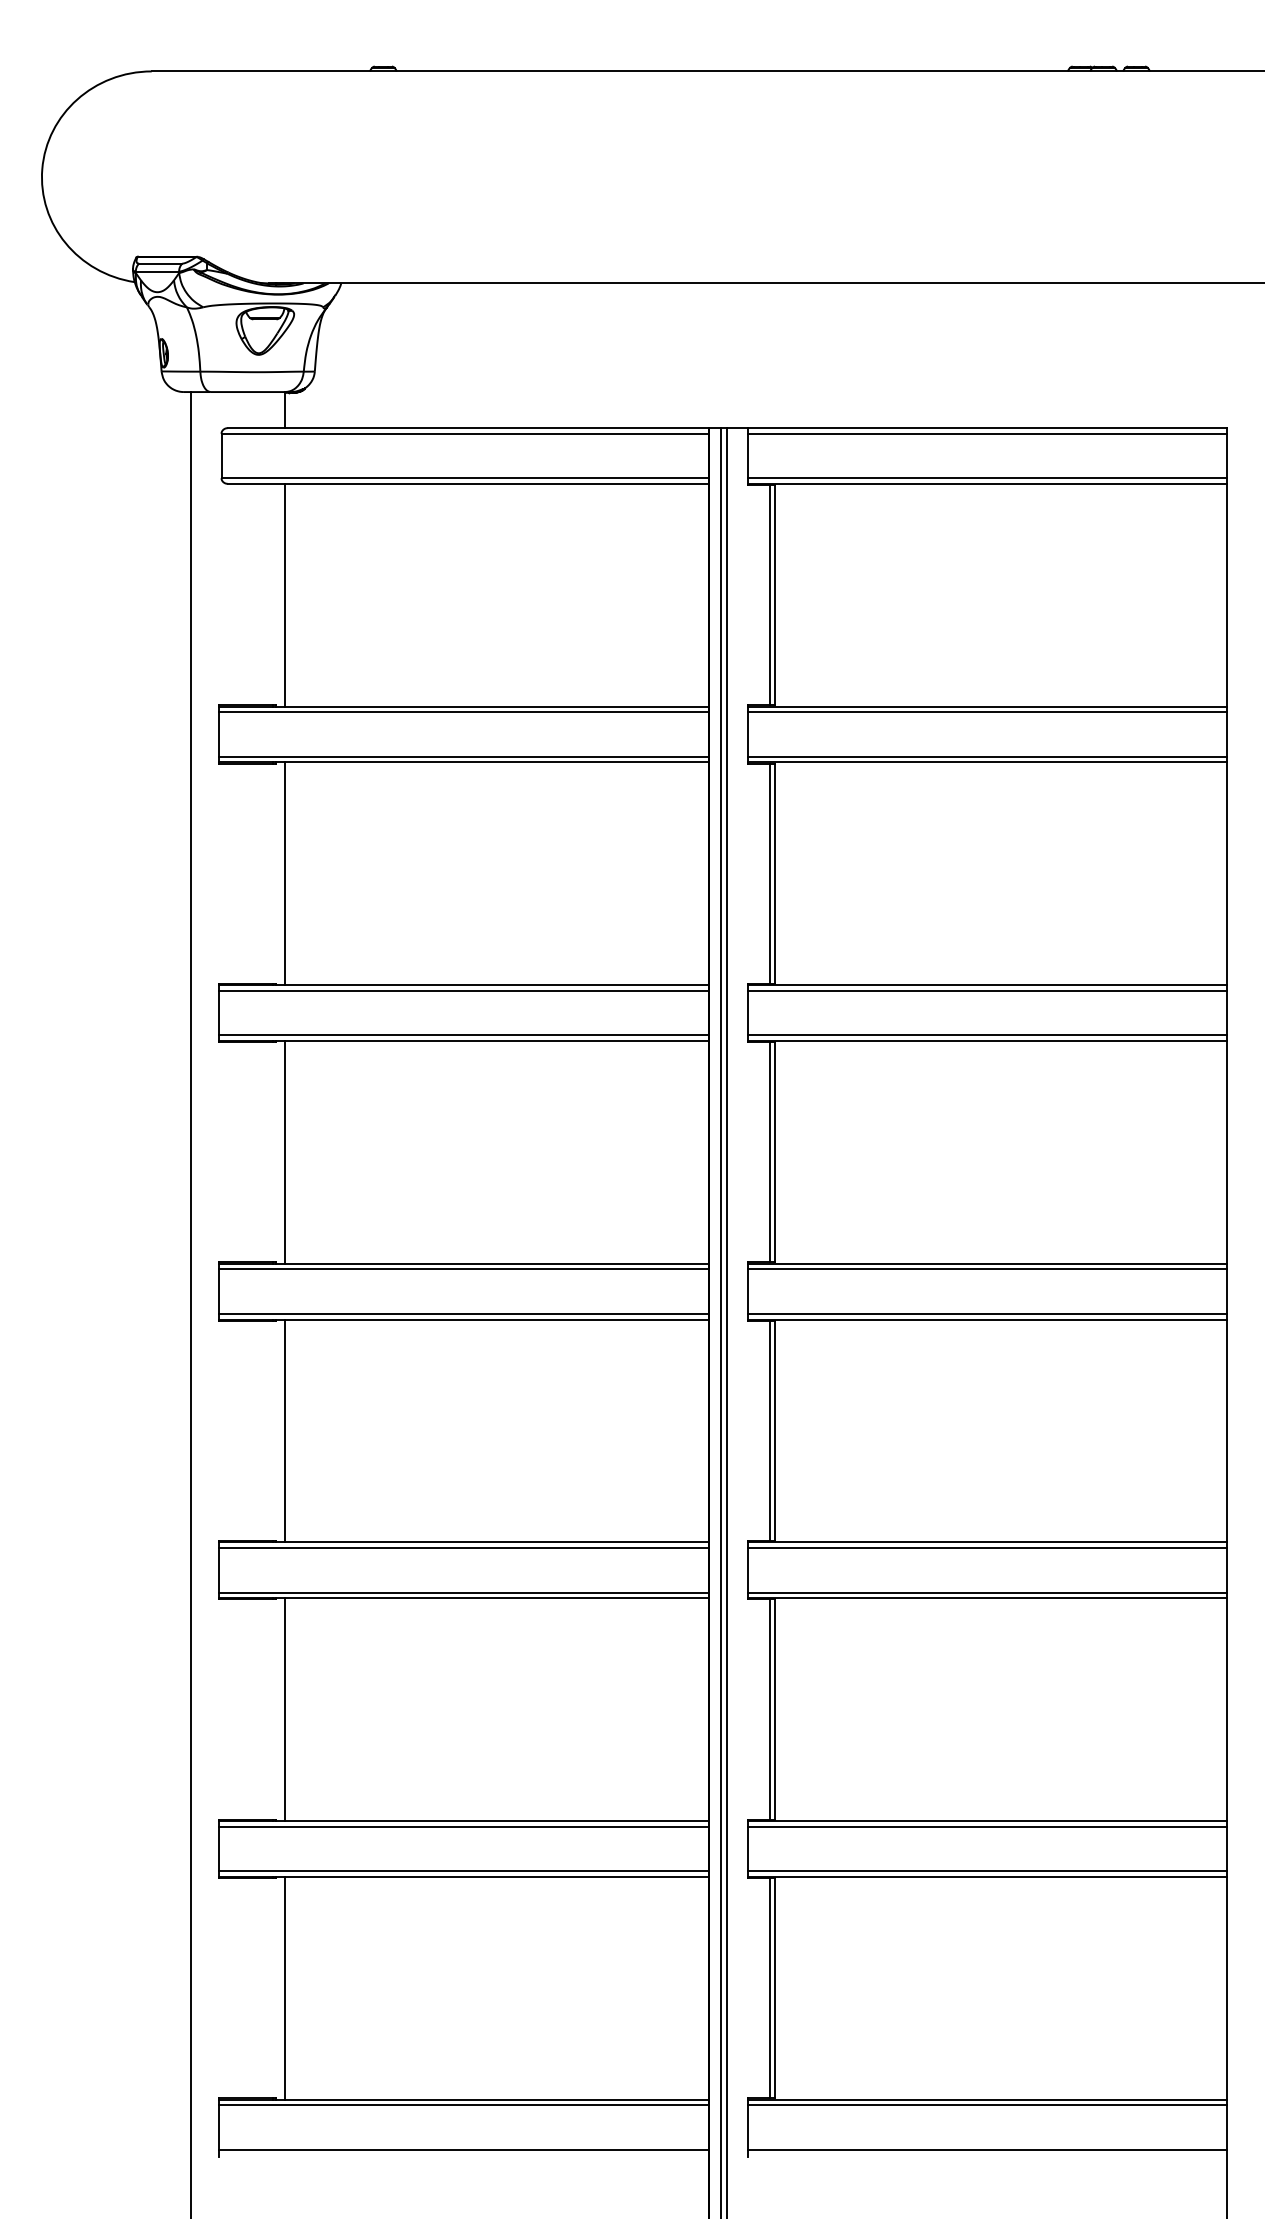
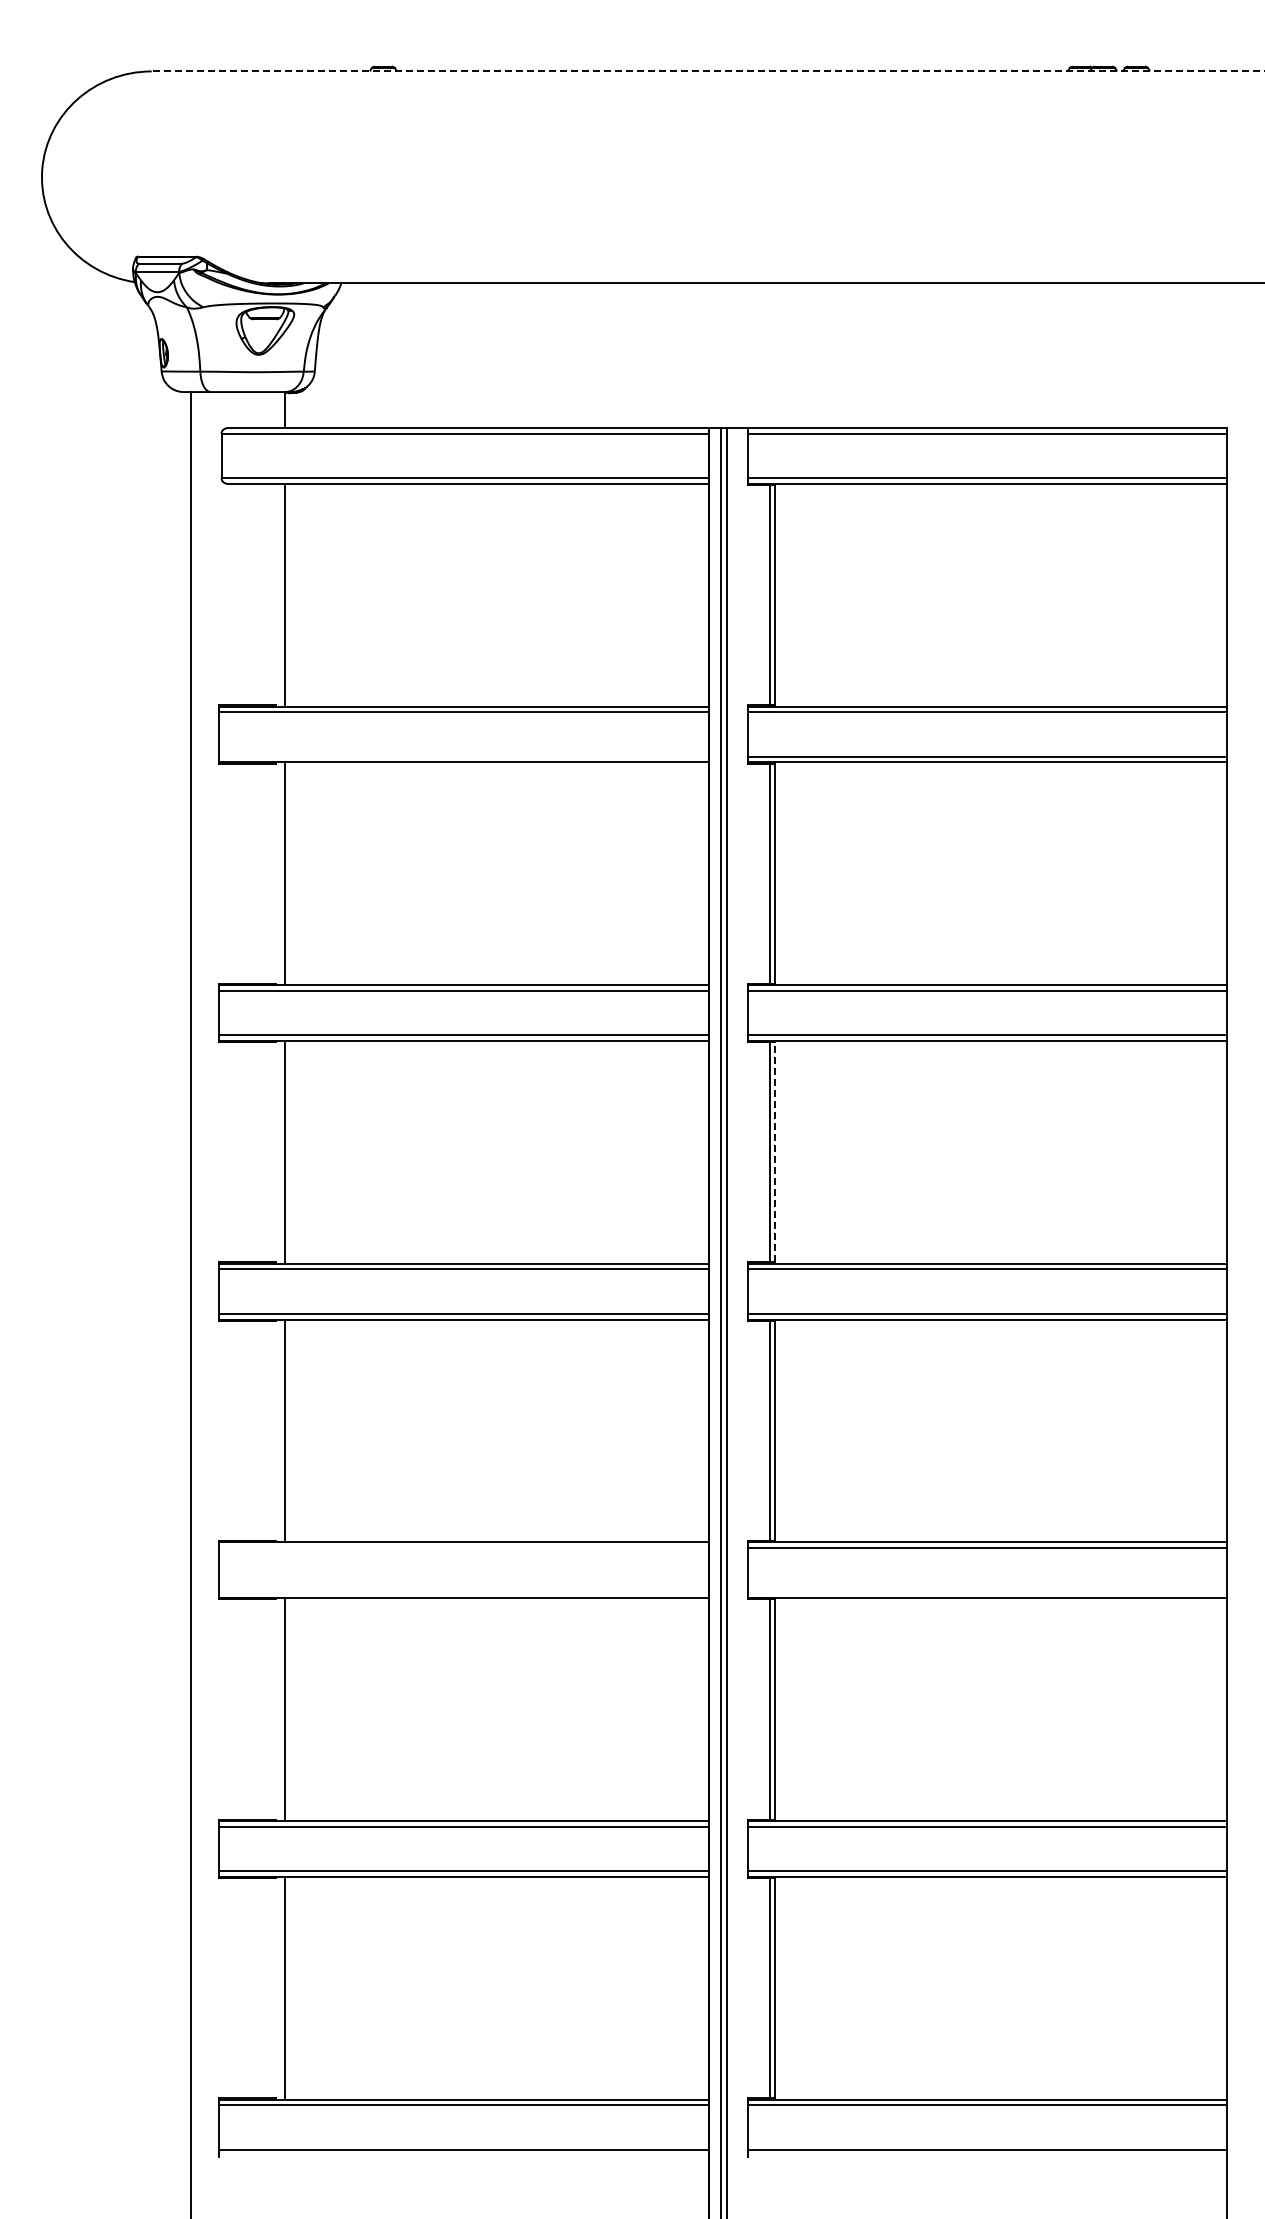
line at (707, 71): solid -> dashed
line at (463, 756): present -> none
line at (774, 1151): solid -> dashed
line at (463, 1547): present -> none
line at (463, 1592): present -> none
line at (987, 1592): present -> none
